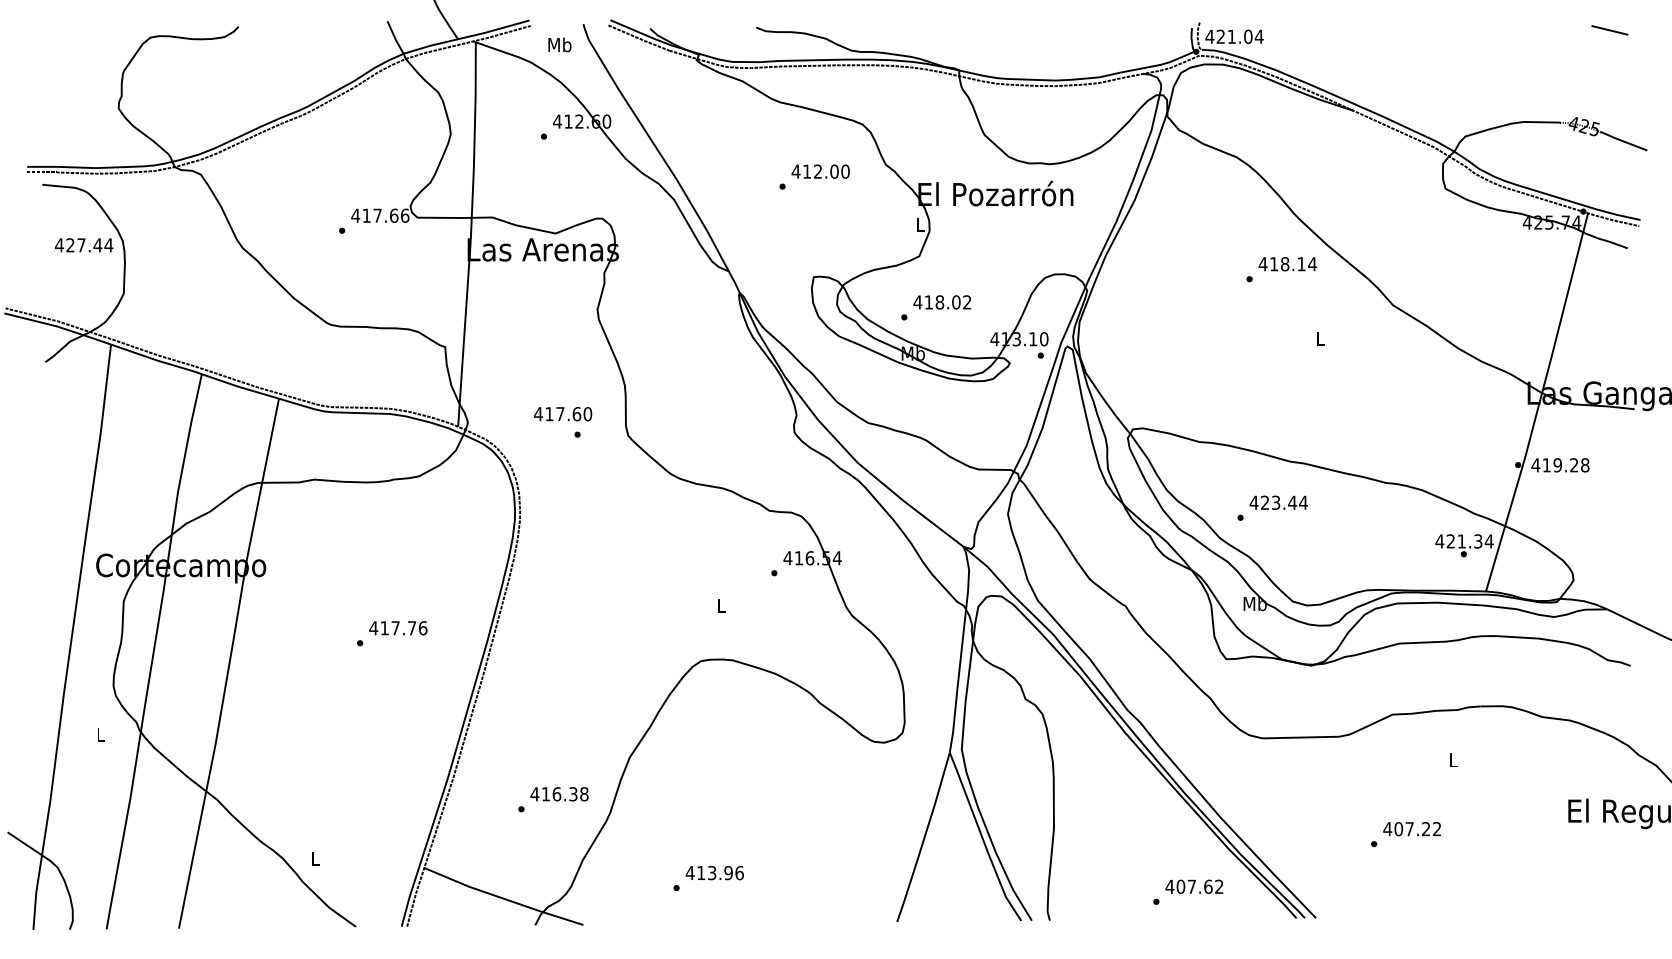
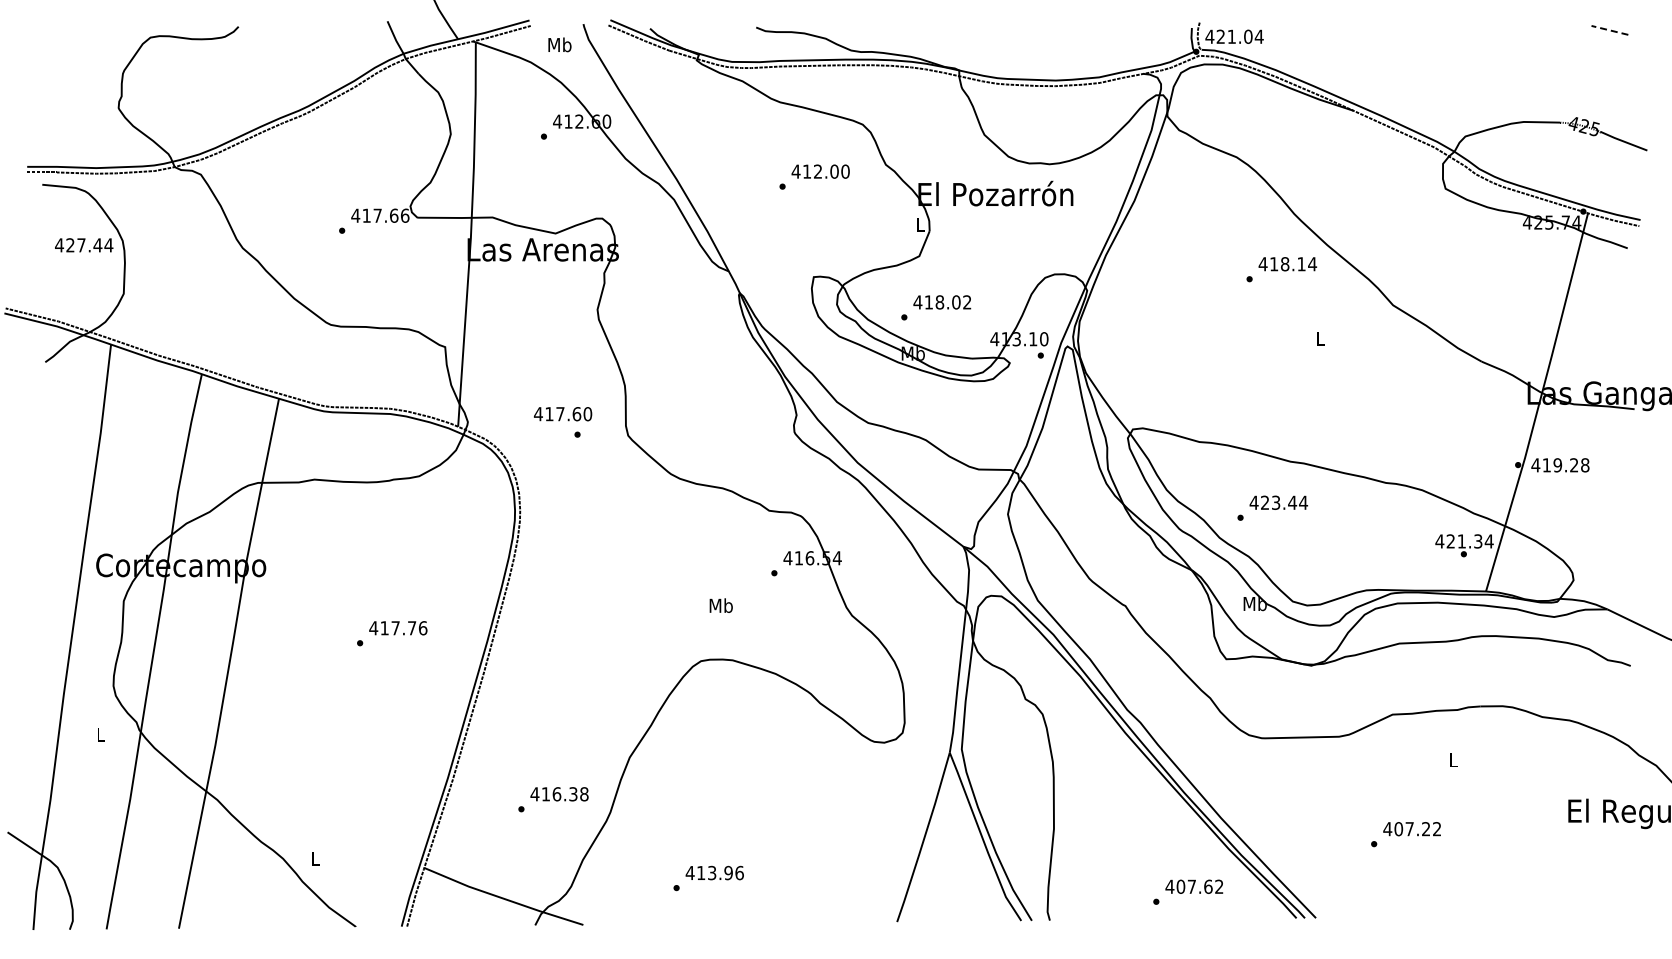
line at (1609, 30): solid -> dashed
text at (720, 605): L -> Mb
